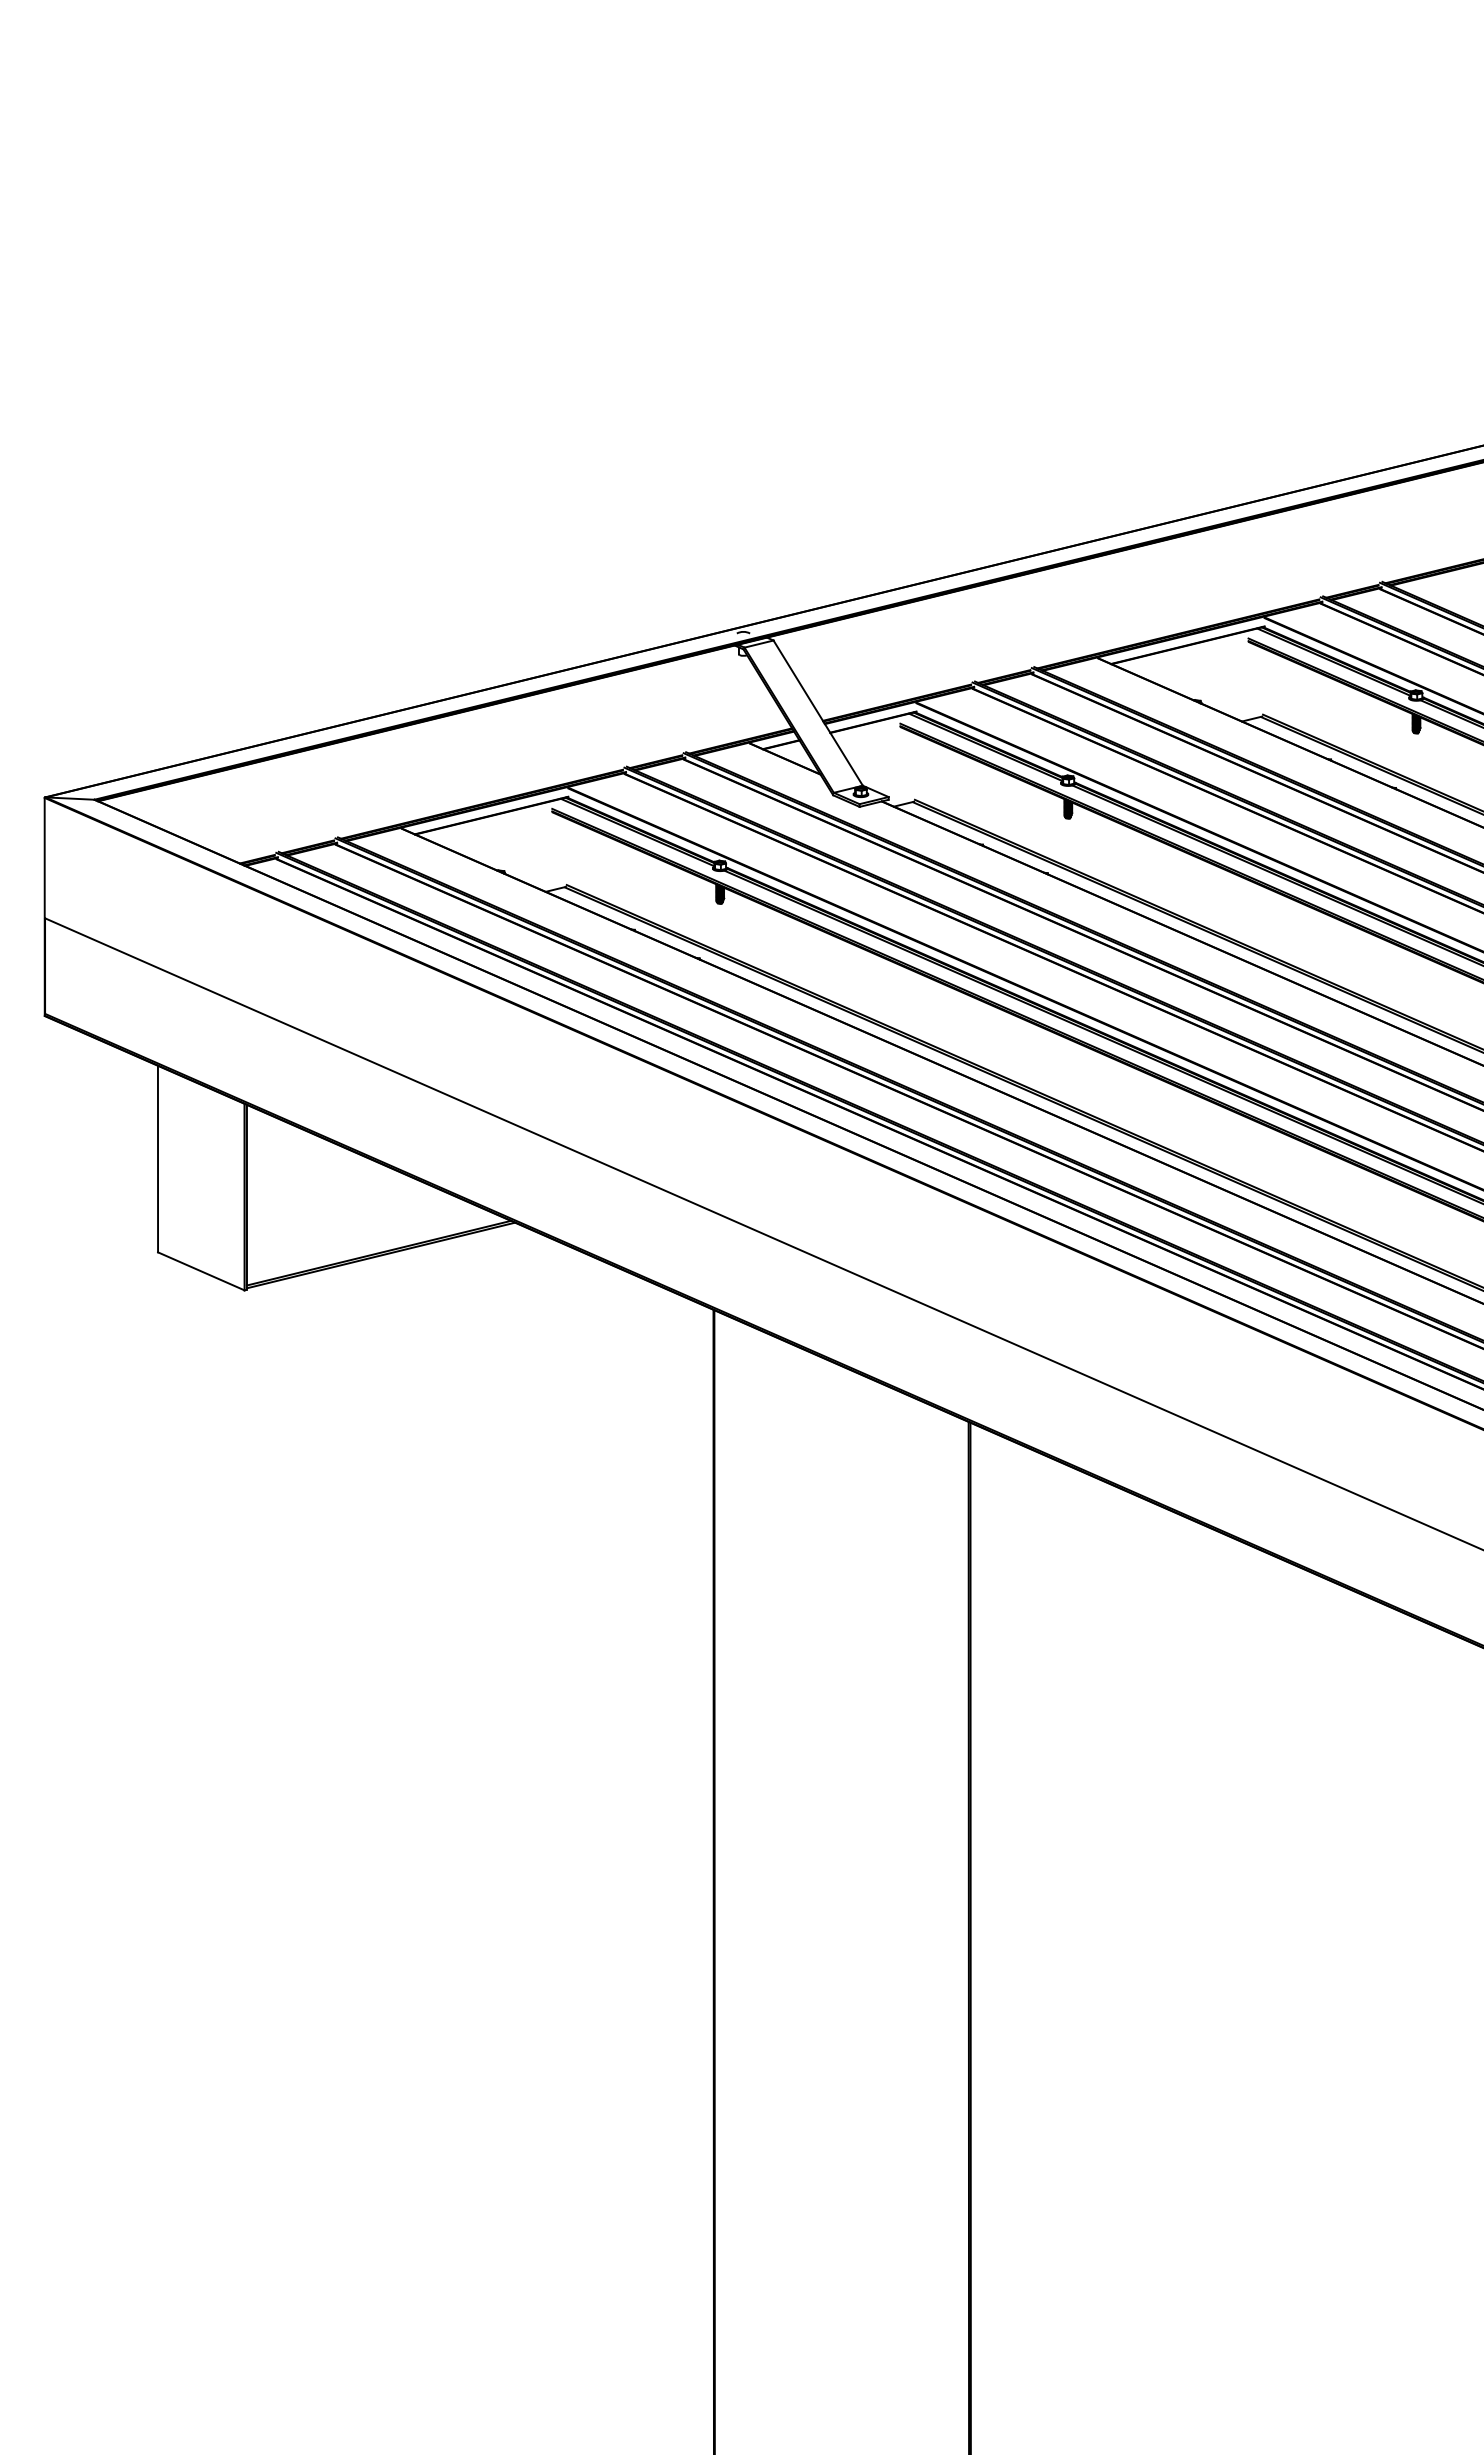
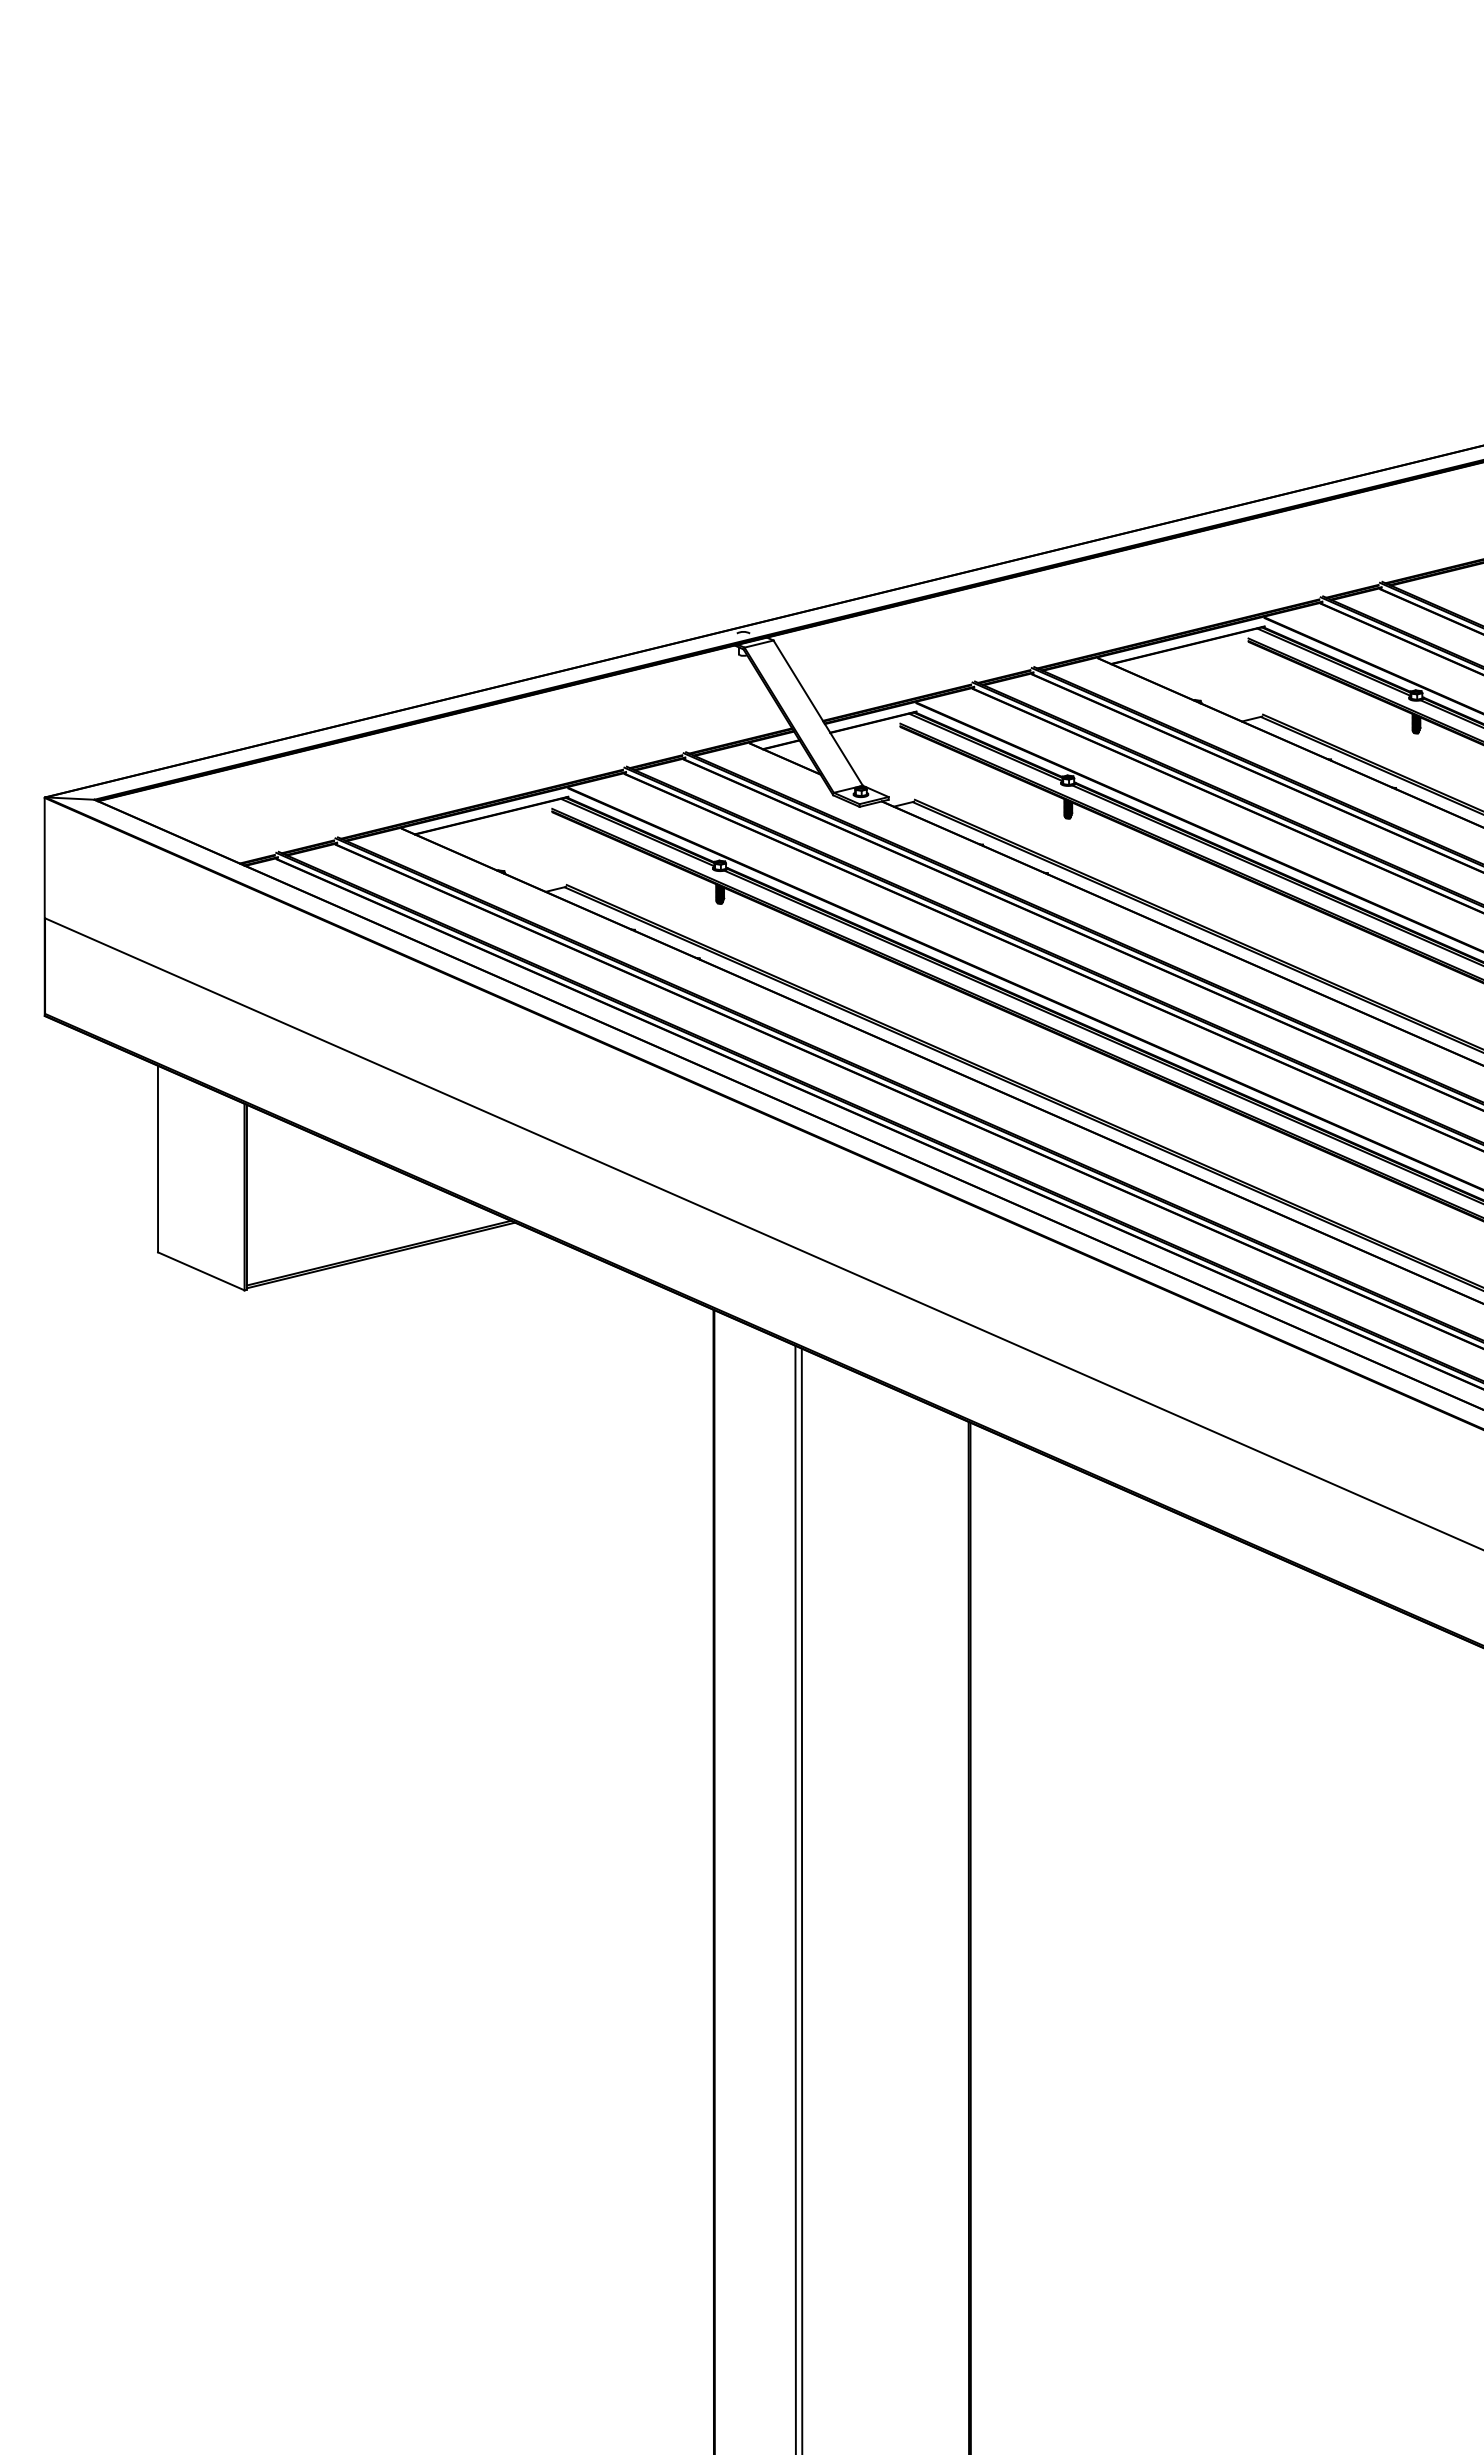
line at (795, 1898): none -> present
line at (801, 1899): none -> present
